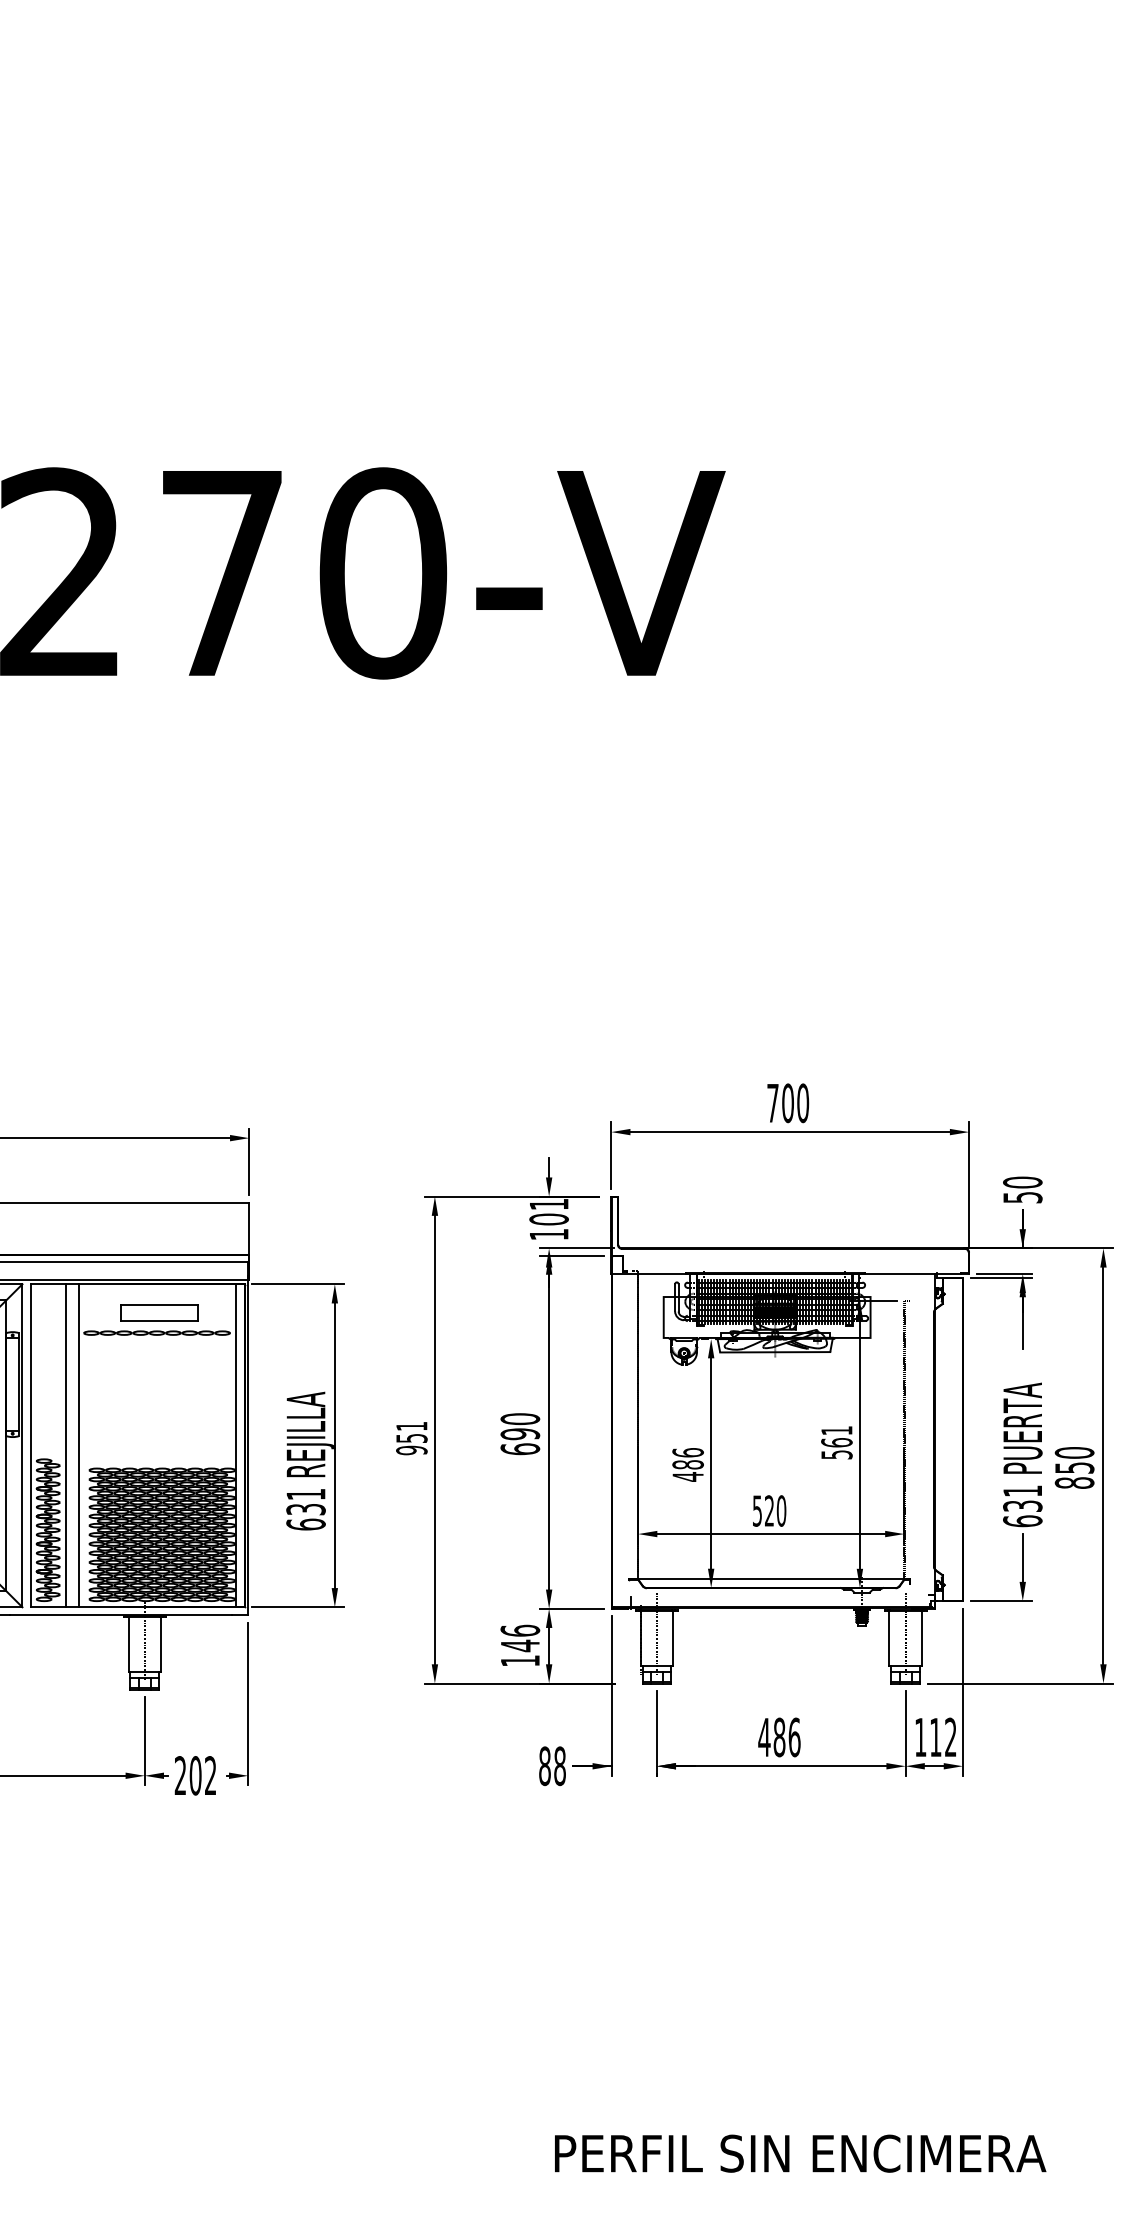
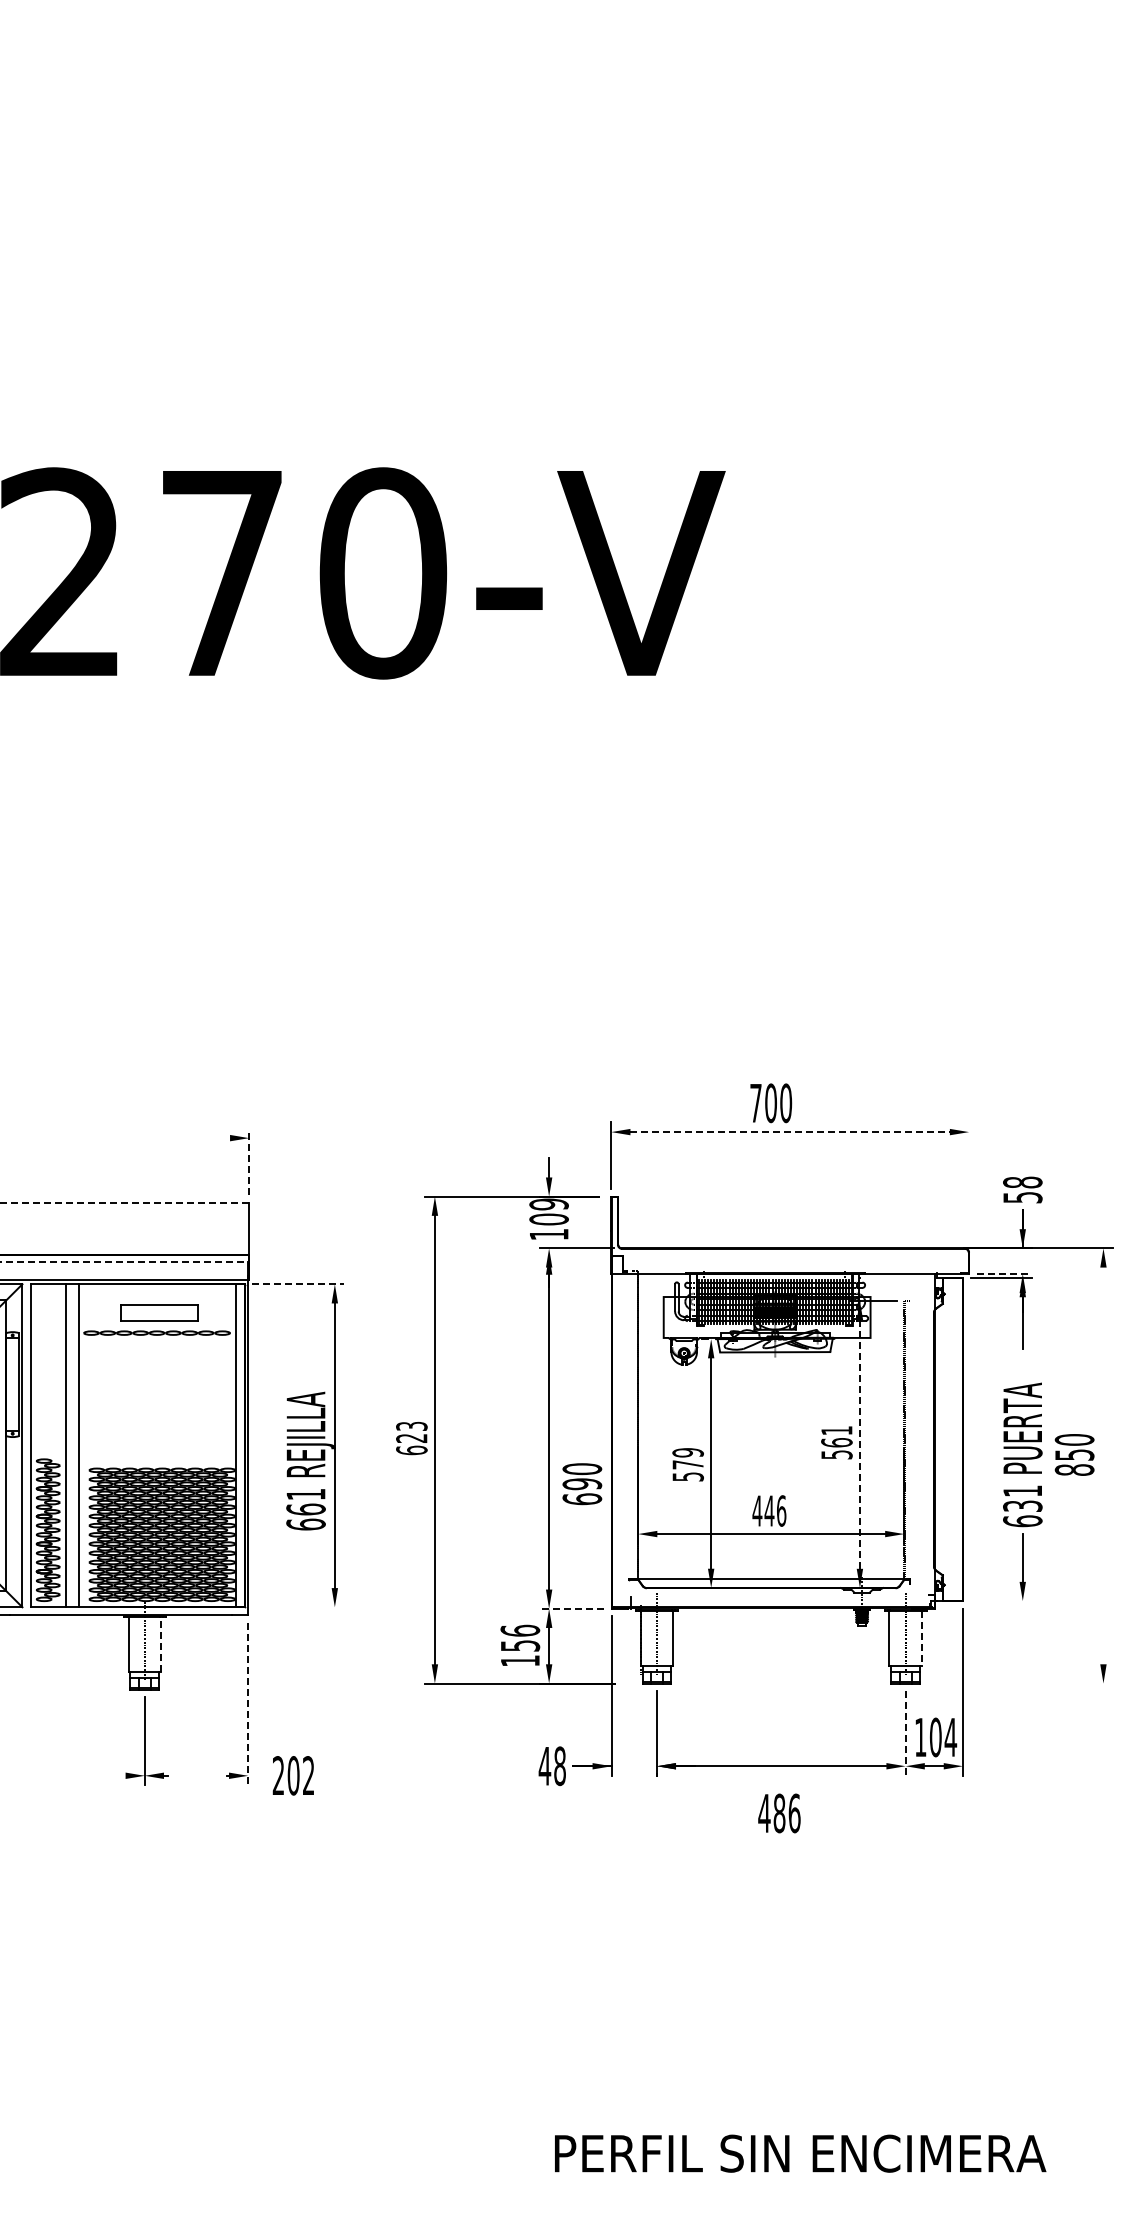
text at (788, 1103) position: (788, 1103) -> (771, 1103)
line at (790, 1132): solid -> dashed
line at (116, 1138): present -> none
line at (249, 1161): solid -> dashed
text at (1022, 1182): 50 -> 58
line at (969, 1185): present -> none
line at (124, 1202): solid -> dashed
text at (548, 1204): 101 -> 109
line at (571, 1255): present -> none
line at (124, 1261): solid -> dashed
line at (1004, 1273): solid -> dashed
line at (298, 1284): solid -> dashed
text at (520, 1434) position: (520, 1434) -> (582, 1484)
text at (411, 1438): 951 -> 623
line at (859, 1444): solid -> dashed
text at (687, 1464): 486 -> 579
line at (1103, 1465): present -> none
text at (1074, 1467) position: (1074, 1467) -> (1074, 1454)
text at (305, 1509): 631 -> 661
text at (769, 1510): 520 -> 446
line at (1001, 1601): present -> none
line at (298, 1607): present -> none
line at (571, 1608): solid -> dashed
line at (921, 1638): solid -> dashed
line at (161, 1644): solid -> dashed
text at (520, 1645): 146 -> 156
line at (1020, 1683): present -> none
line at (248, 1704): solid -> dashed
line at (905, 1734): solid -> dashed
text at (779, 1737) position: (779, 1737) -> (779, 1813)
text at (943, 1737): 112 -> 104
text at (544, 1766): 88 -> 48
line at (63, 1775): present -> none
text at (194, 1775) position: (194, 1775) -> (292, 1775)
